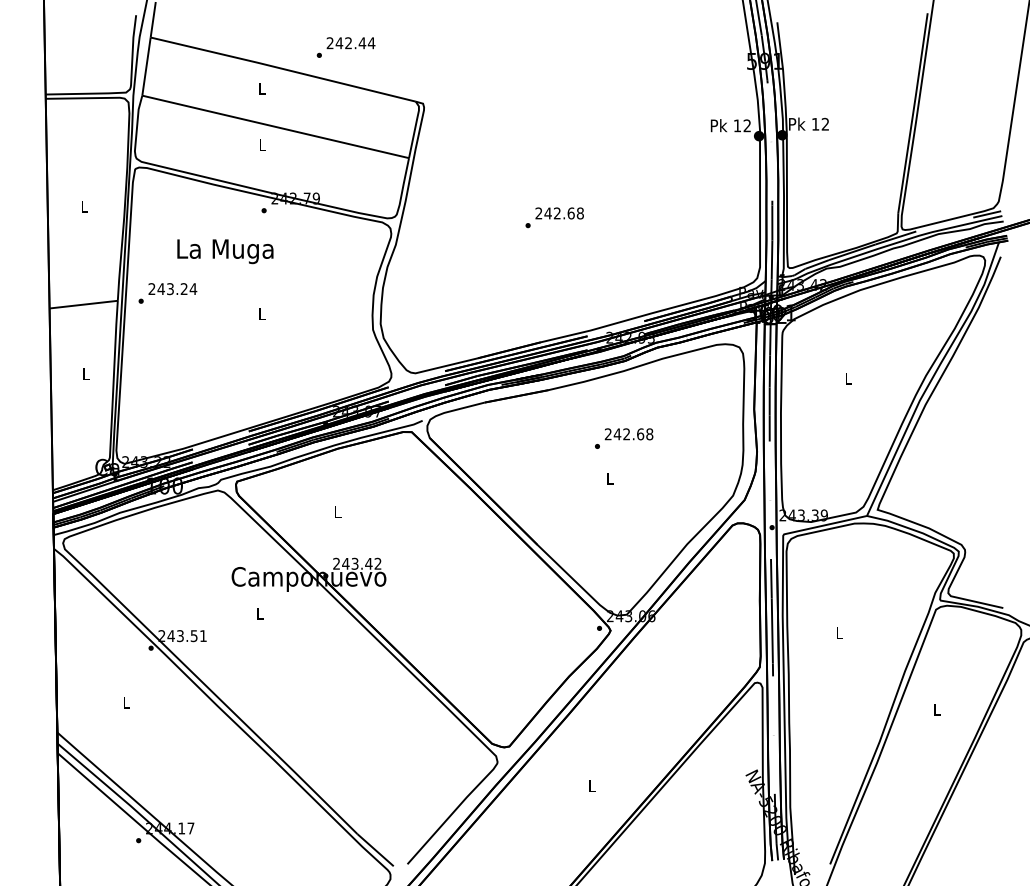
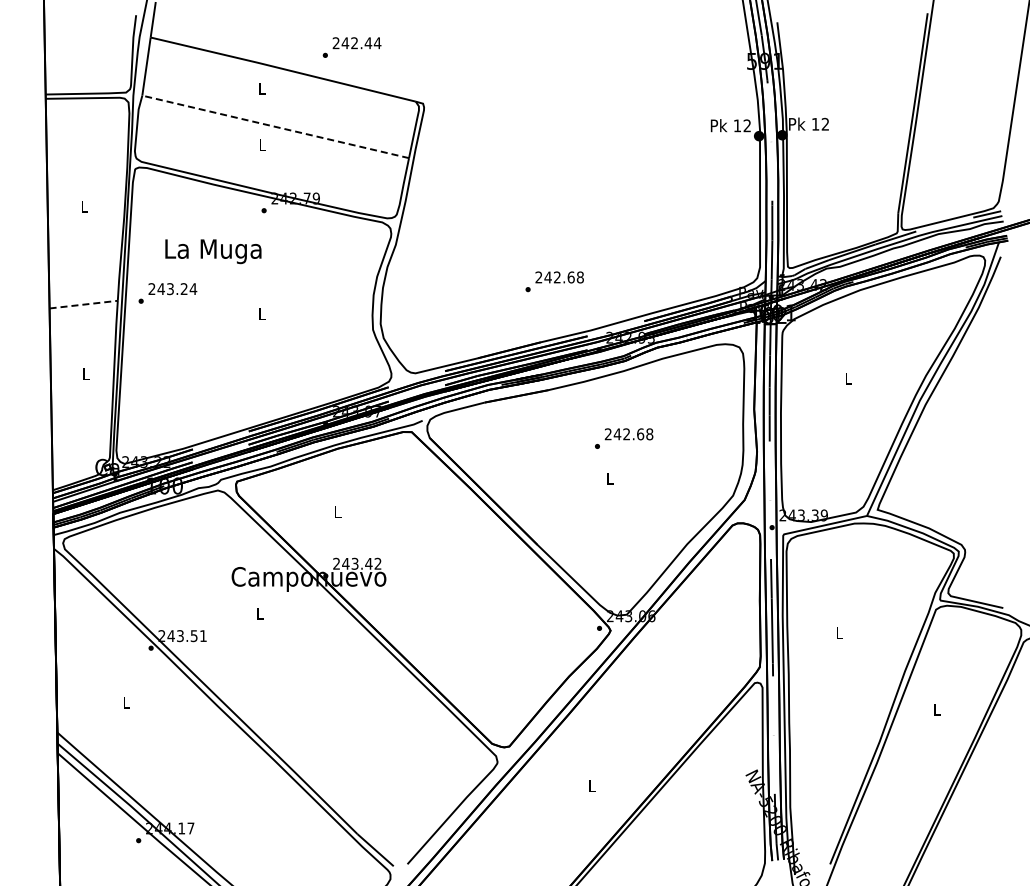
text at (345, 47) position: (345, 47) -> (351, 47)
line at (275, 126): solid -> dashed
text at (554, 217) position: (554, 217) -> (554, 281)
text at (225, 251) position: (225, 251) -> (213, 251)
line at (84, 304): solid -> dashed
